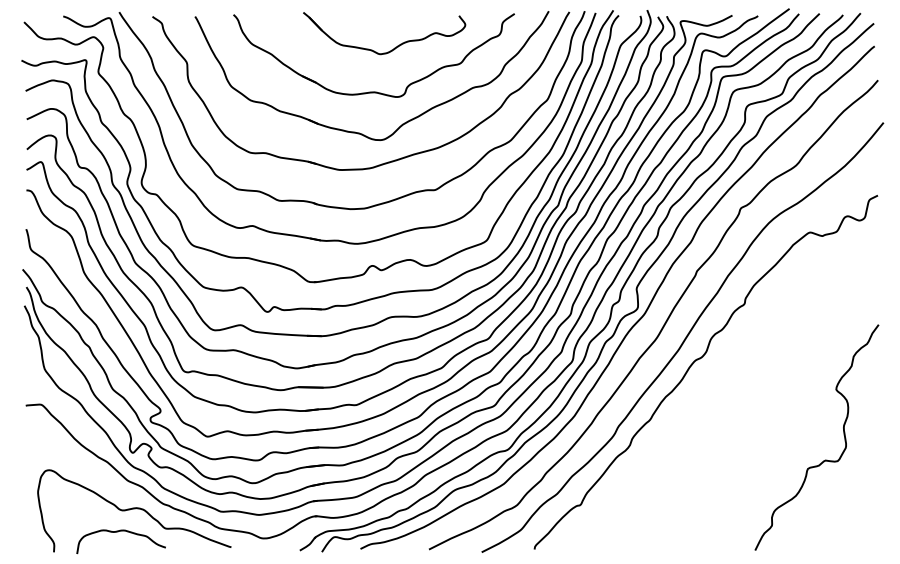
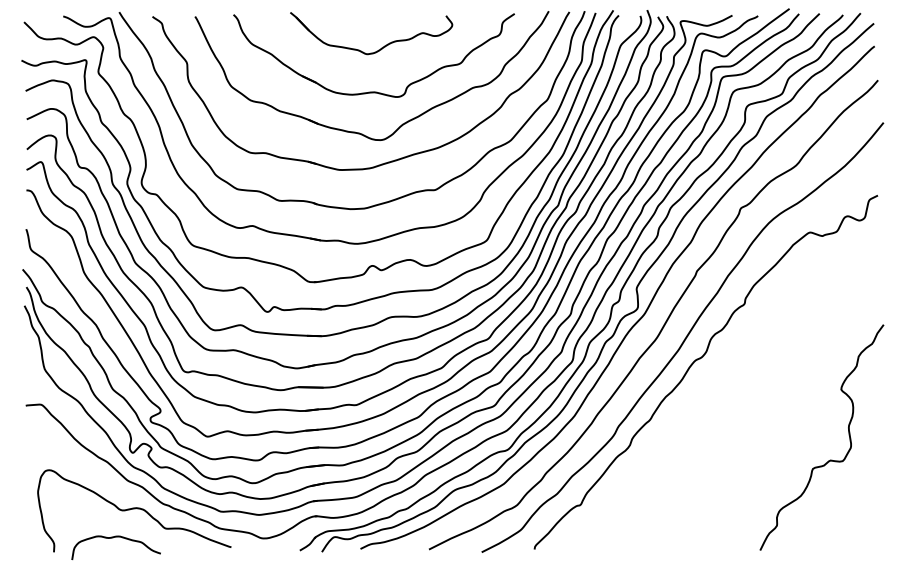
part at (394, 47) position: (394, 47) -> (381, 47)
curve at (825, 459) position: (825, 459) -> (830, 459)
curve at (118, 532) position: (118, 532) -> (113, 538)
